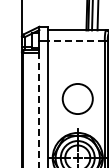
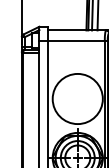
line at (76, 40): dashed -> solid
circle at (77, 98) diameter: 30 px -> 50 px
line at (39, 109): dashed -> solid
